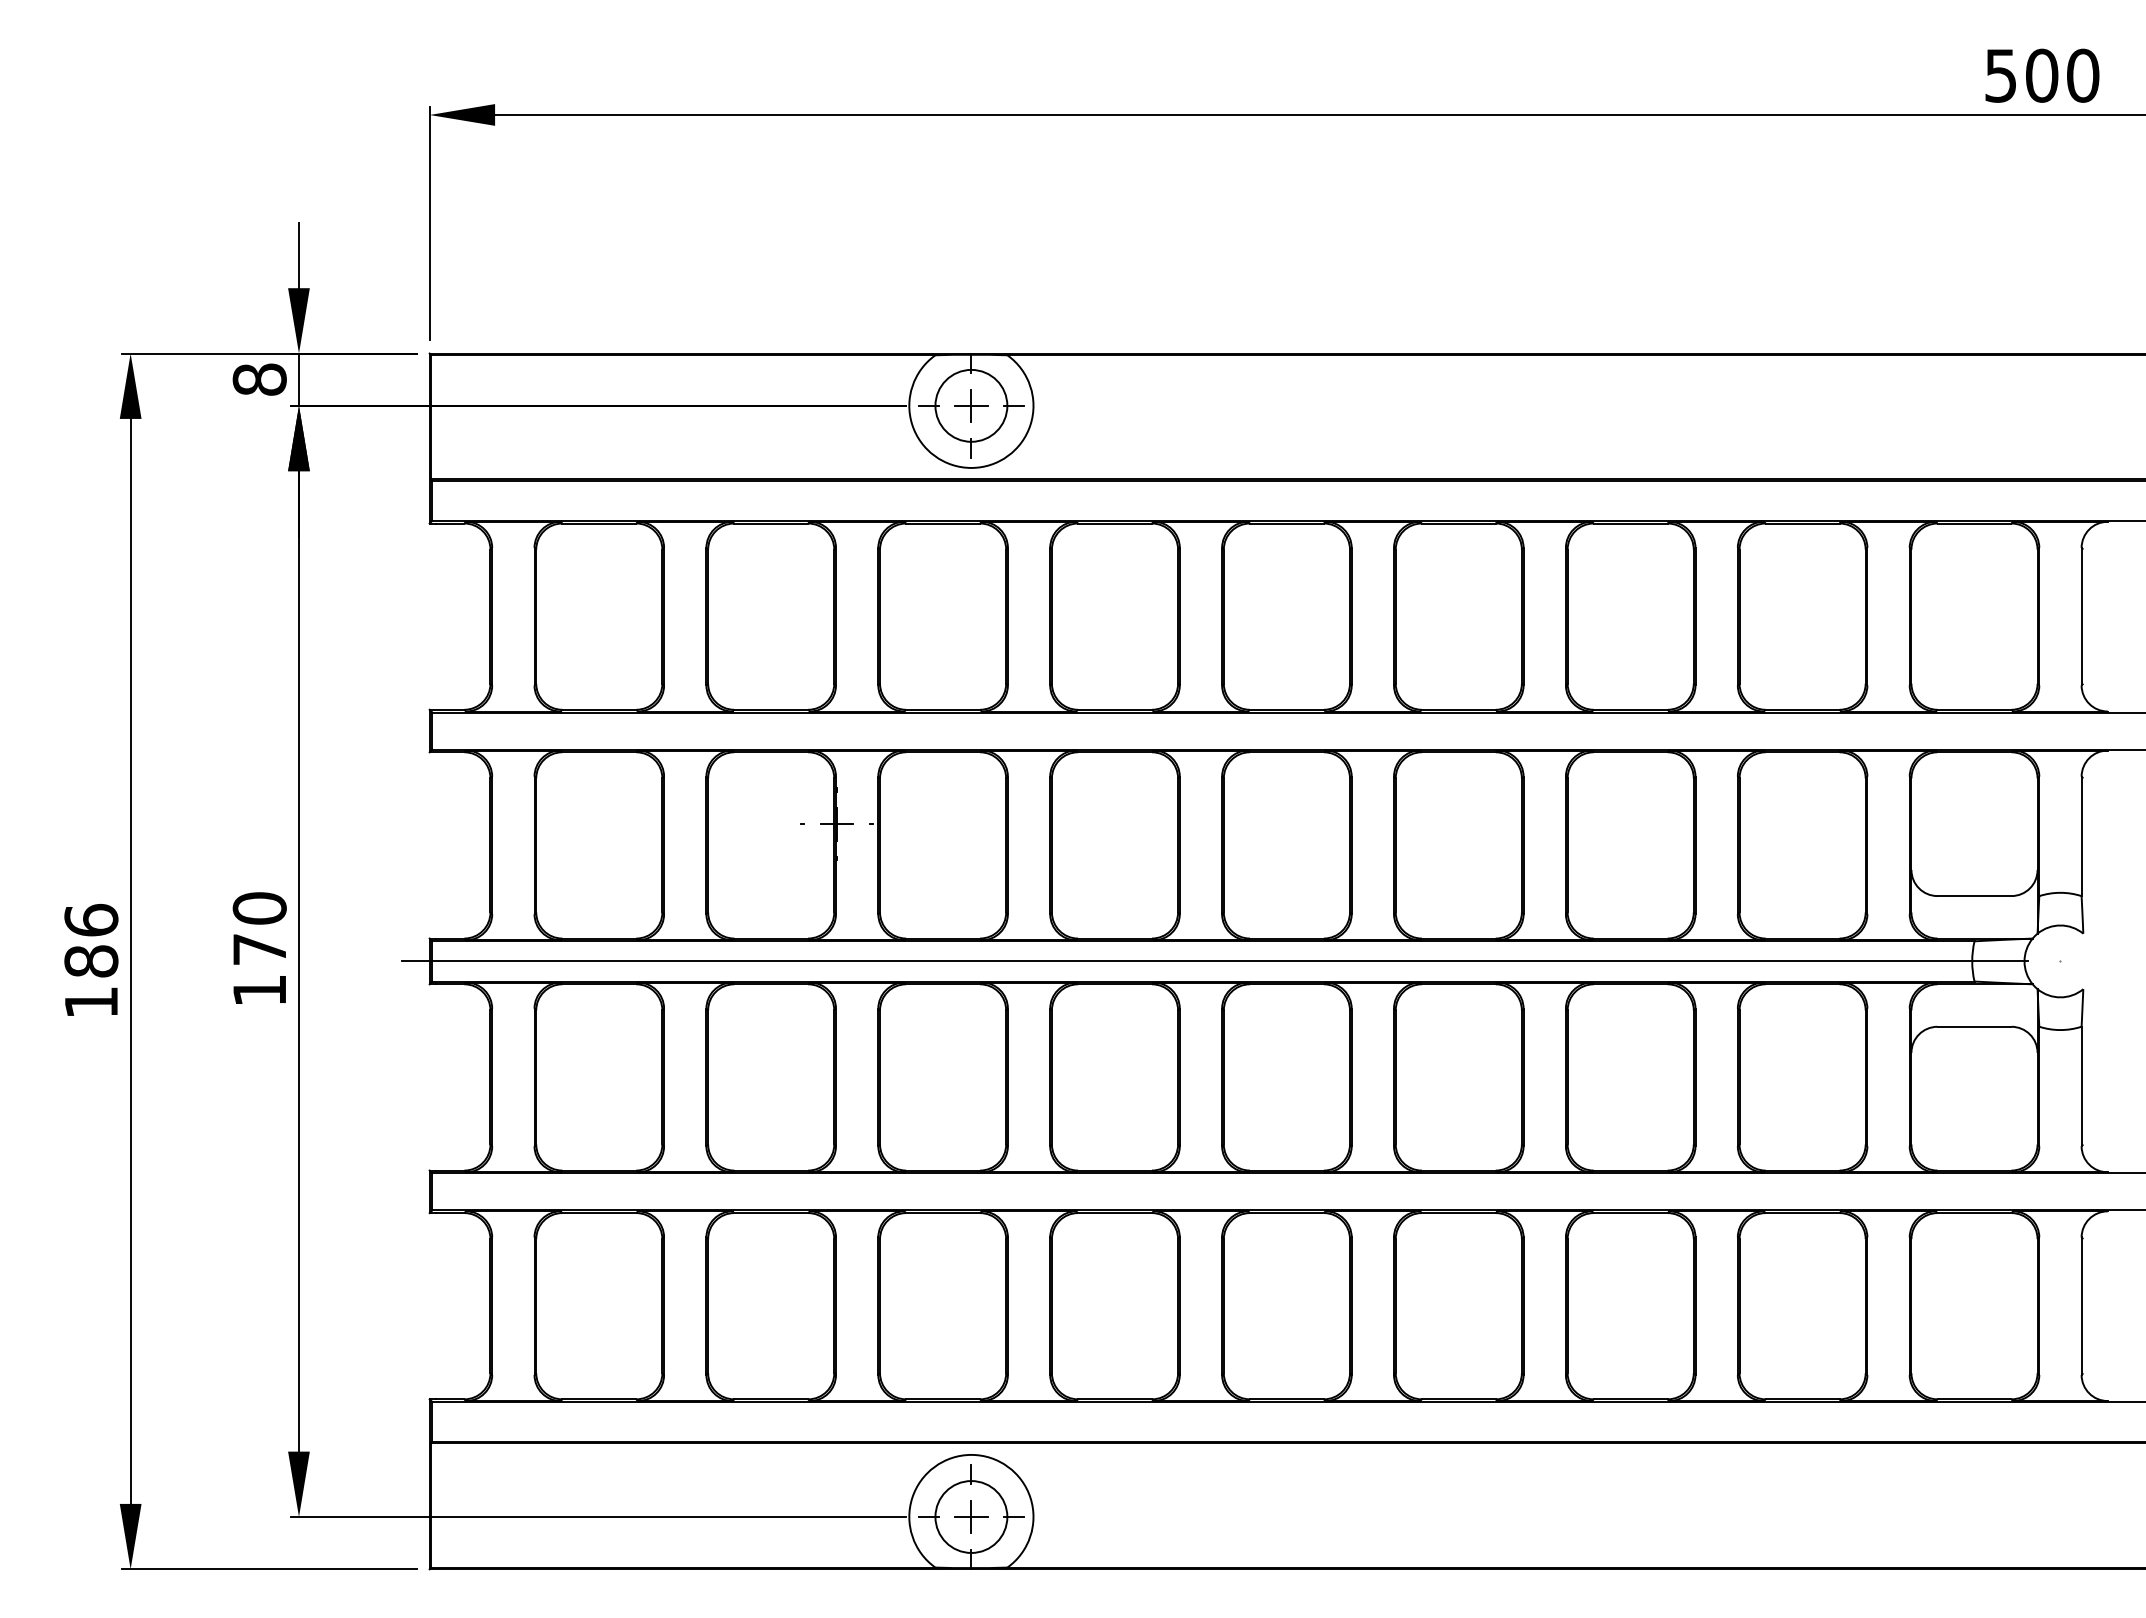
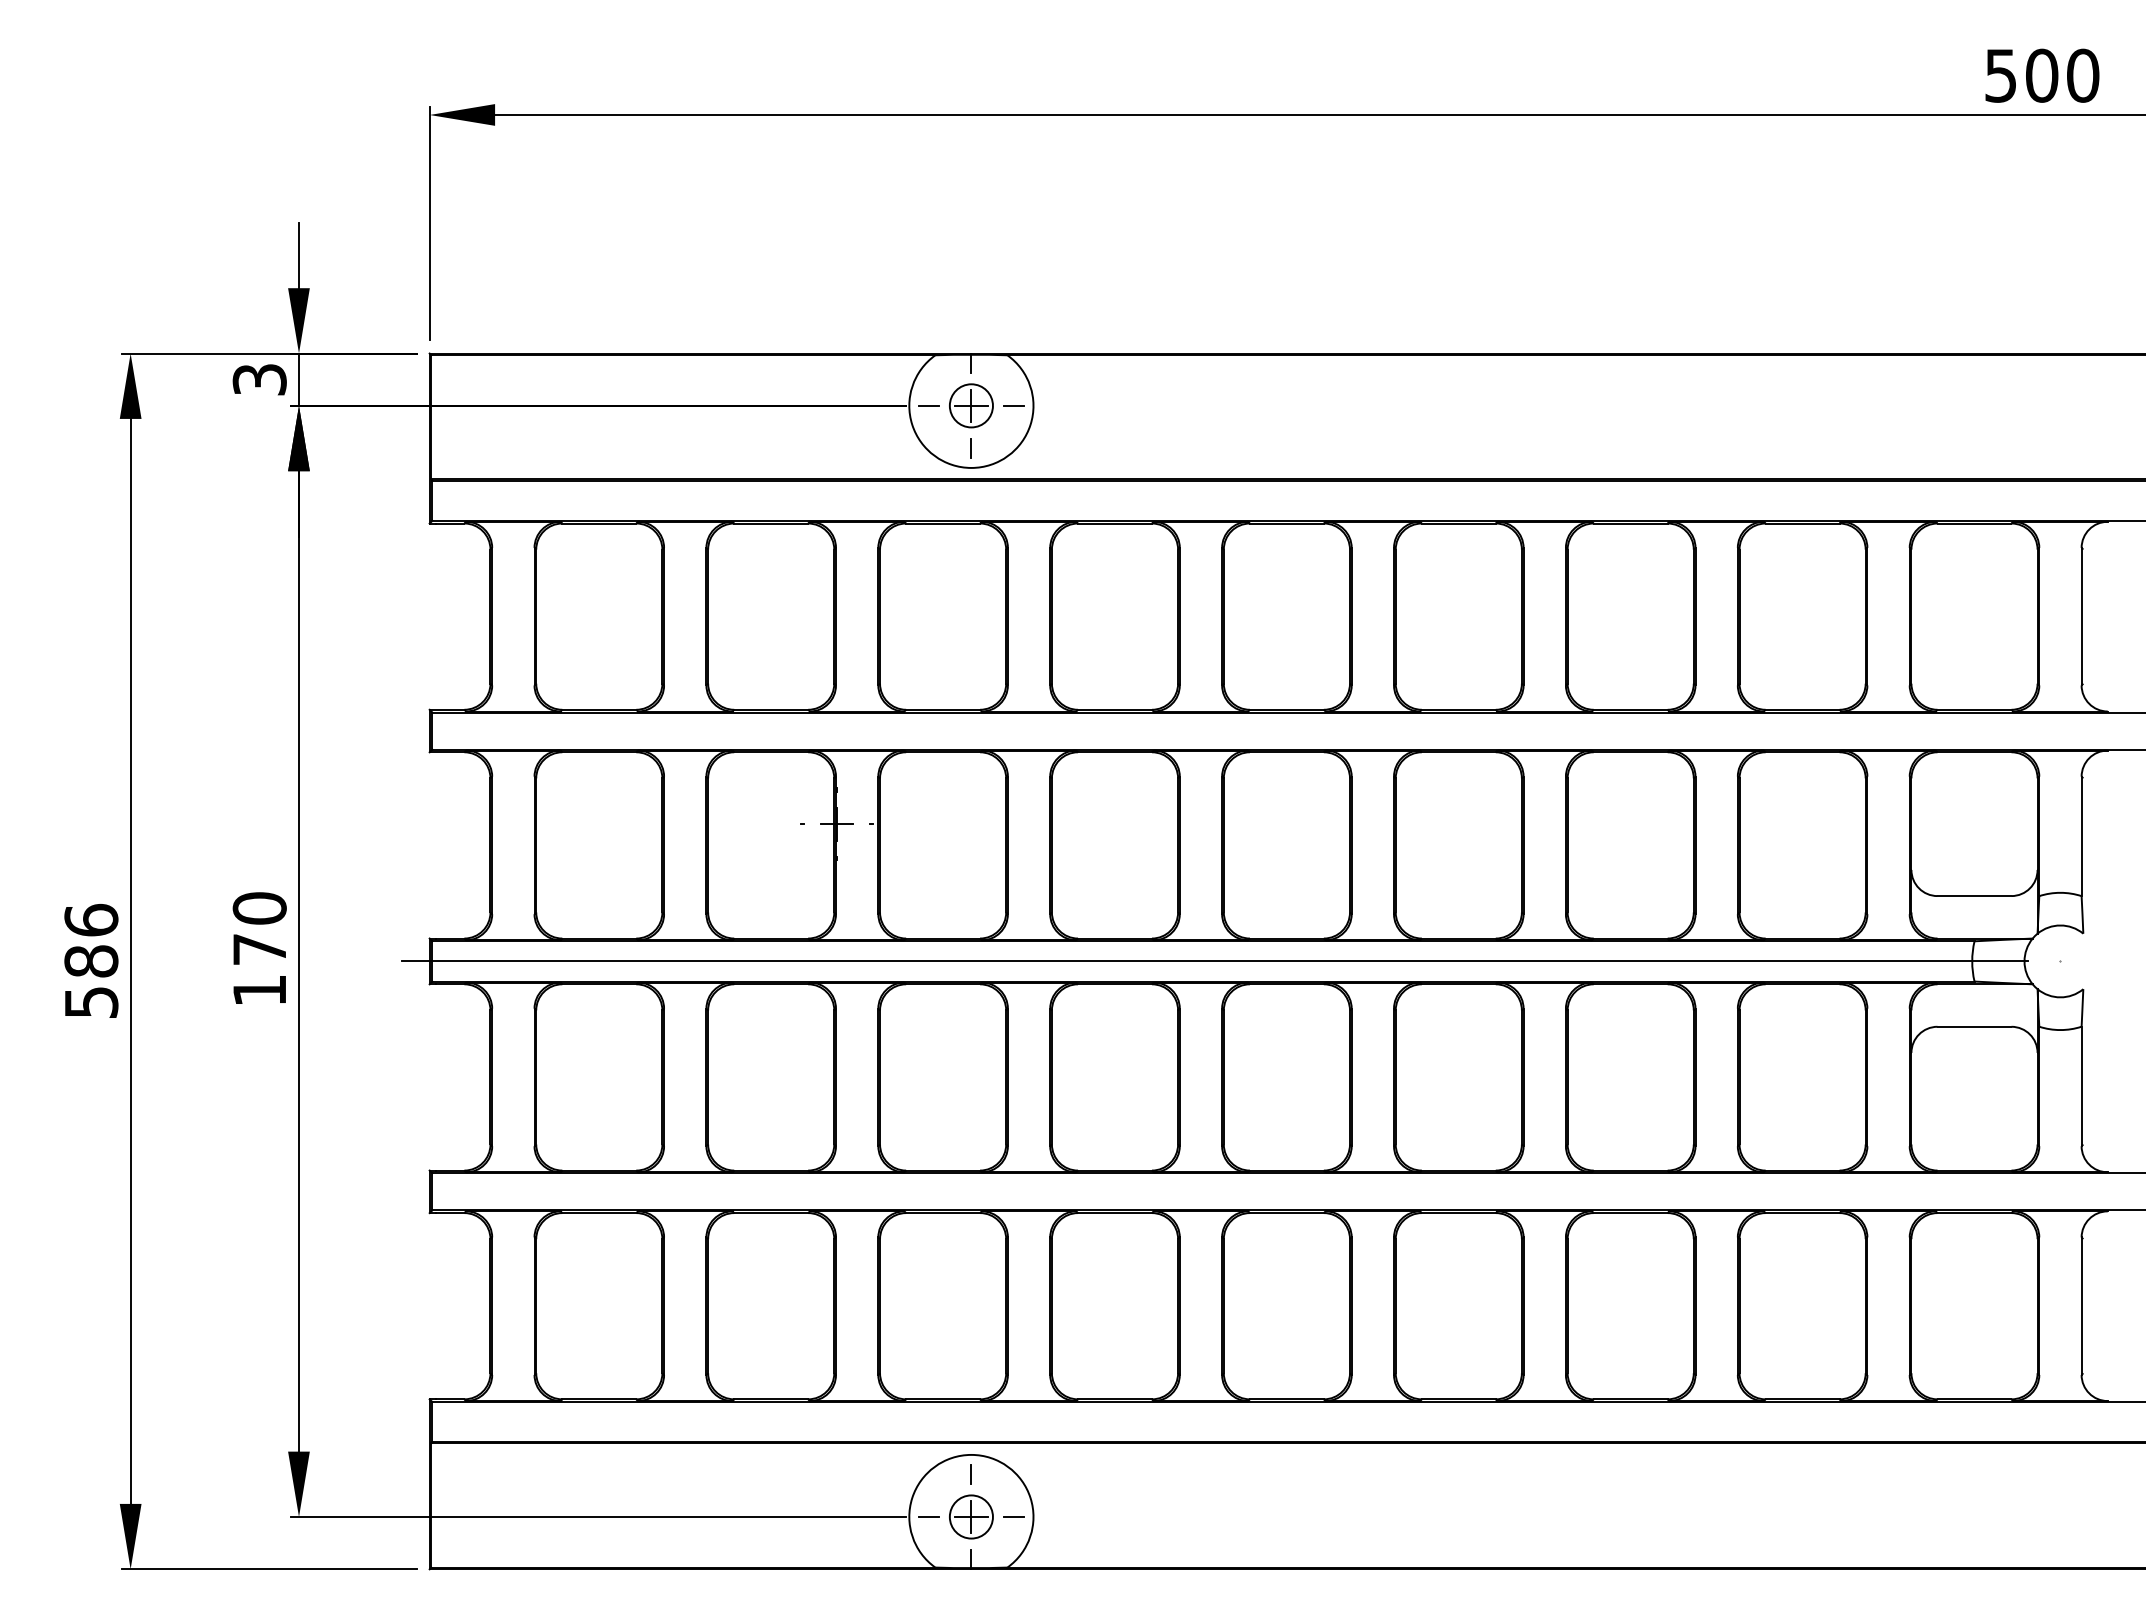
text at (259, 379): 8 -> 3
circle at (971, 405) diameter: 72 px -> 43 px
text at (91, 1002): 186 -> 586
circle at (971, 1516) diameter: 72 px -> 43 px
